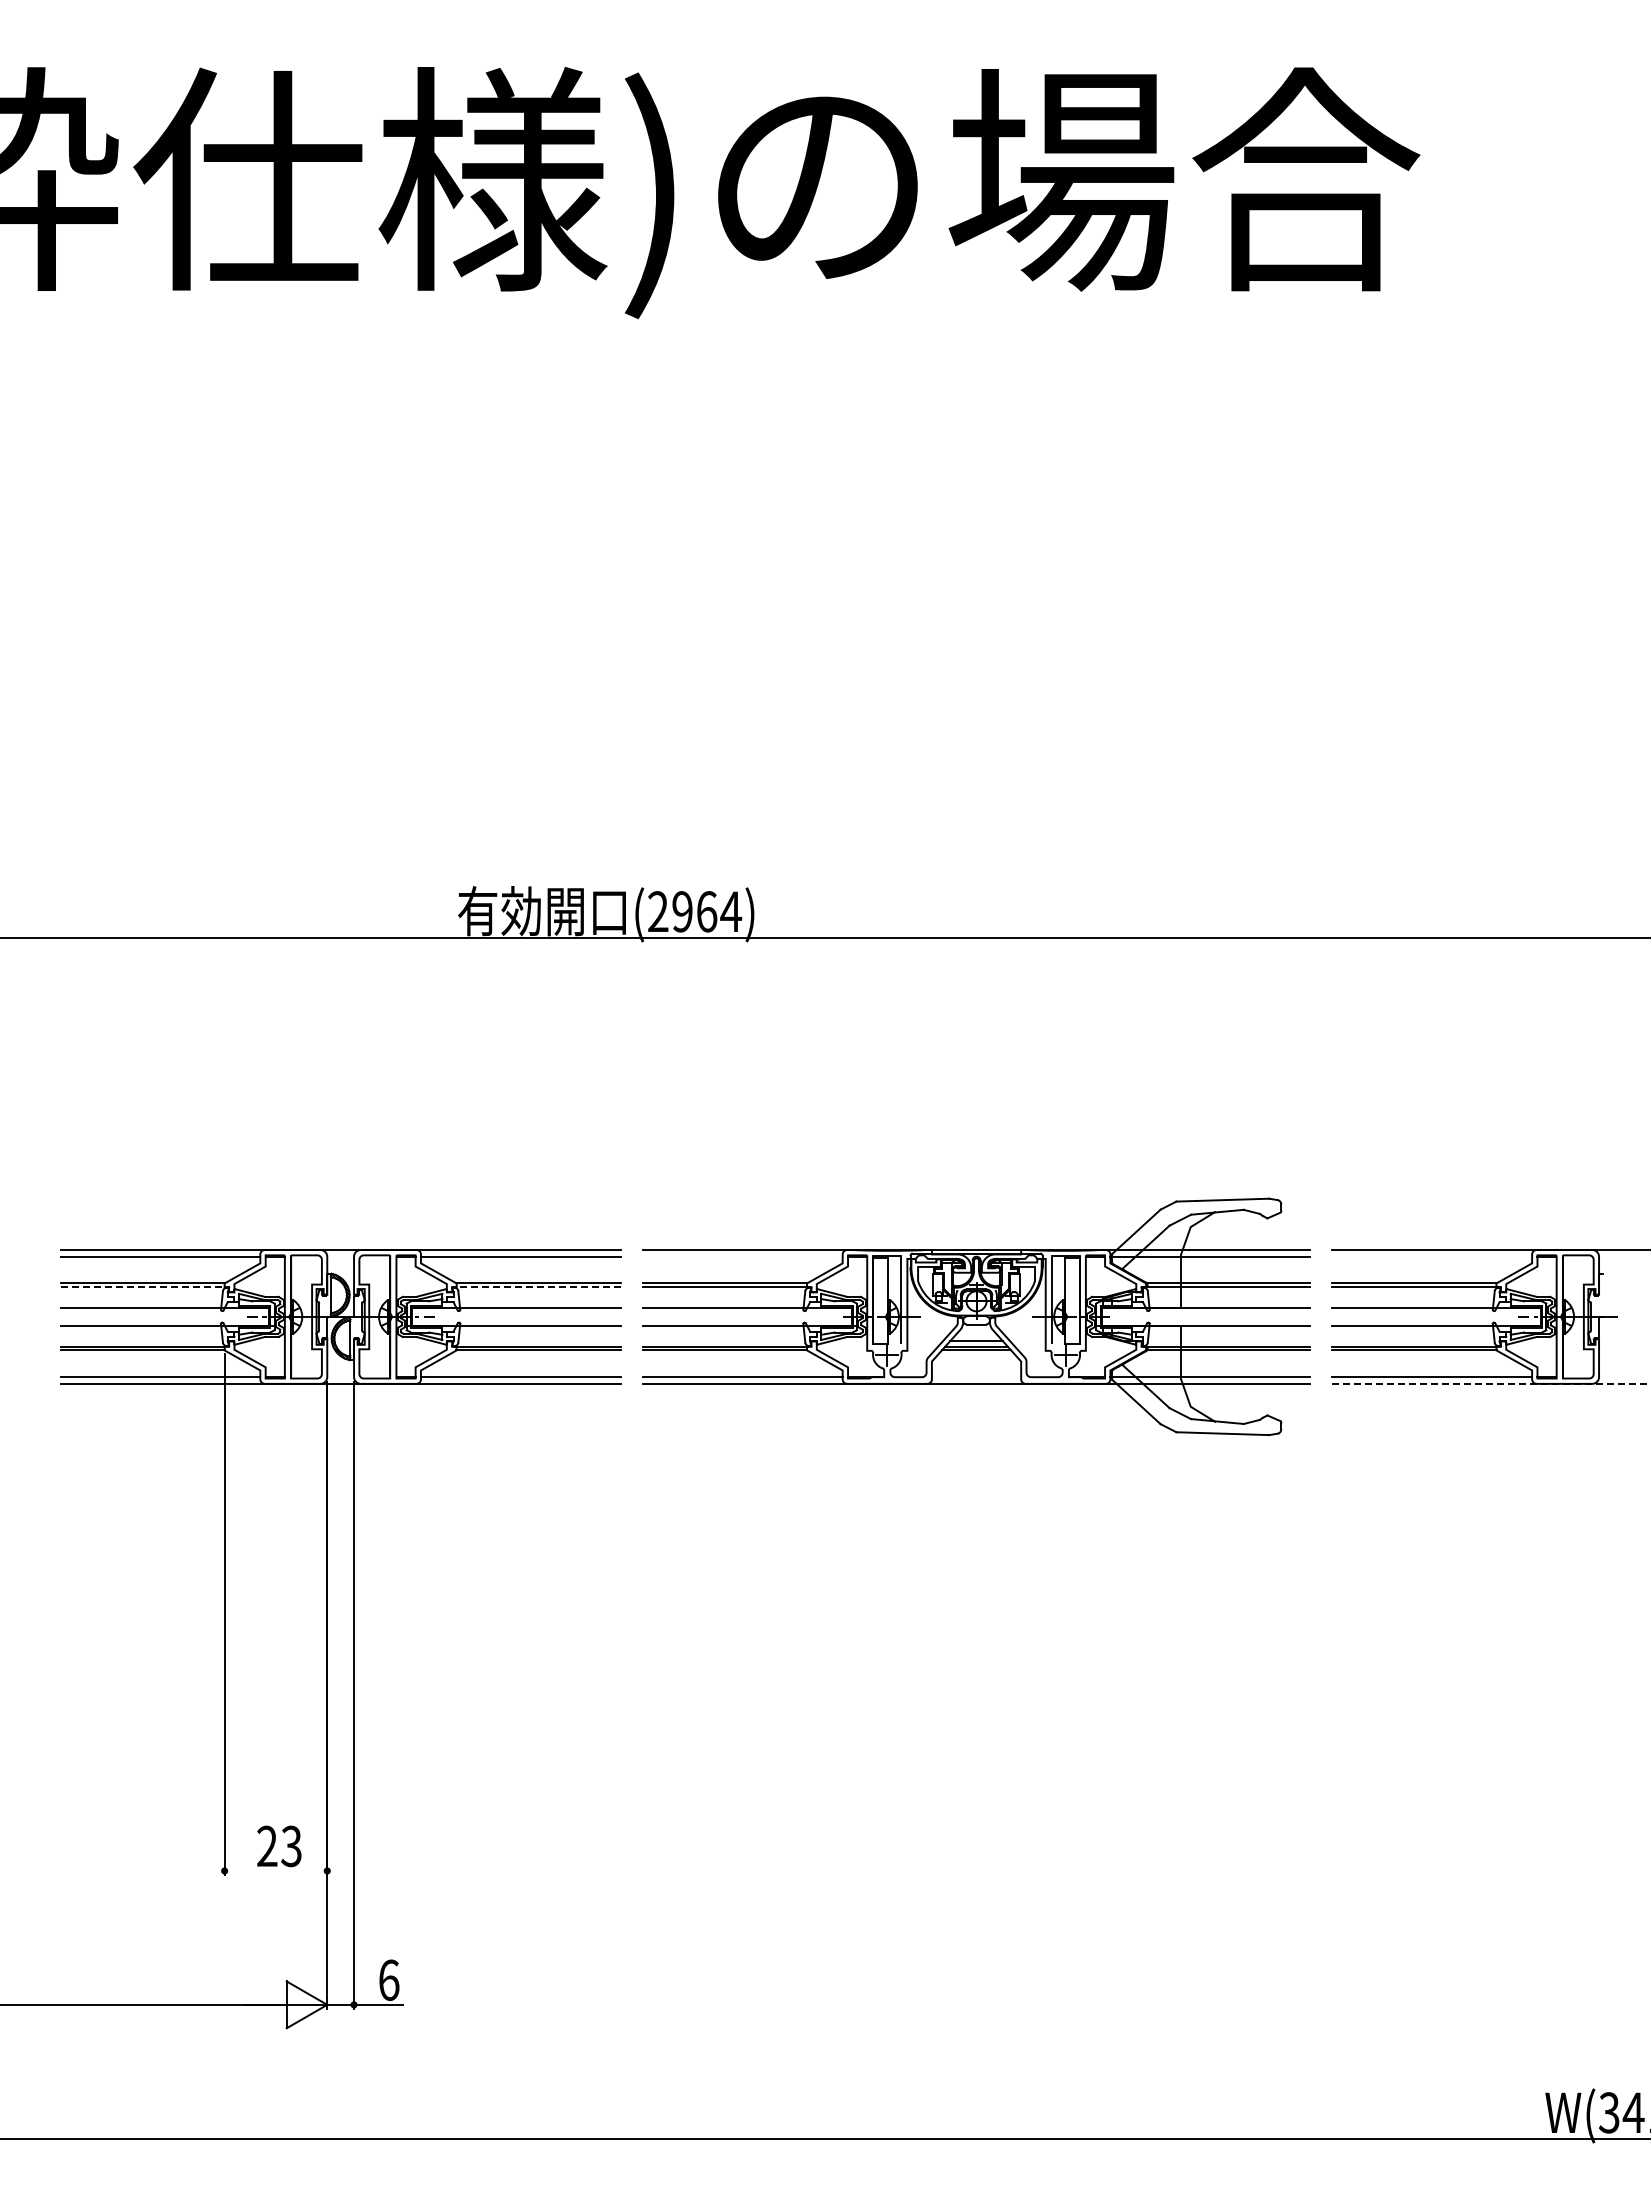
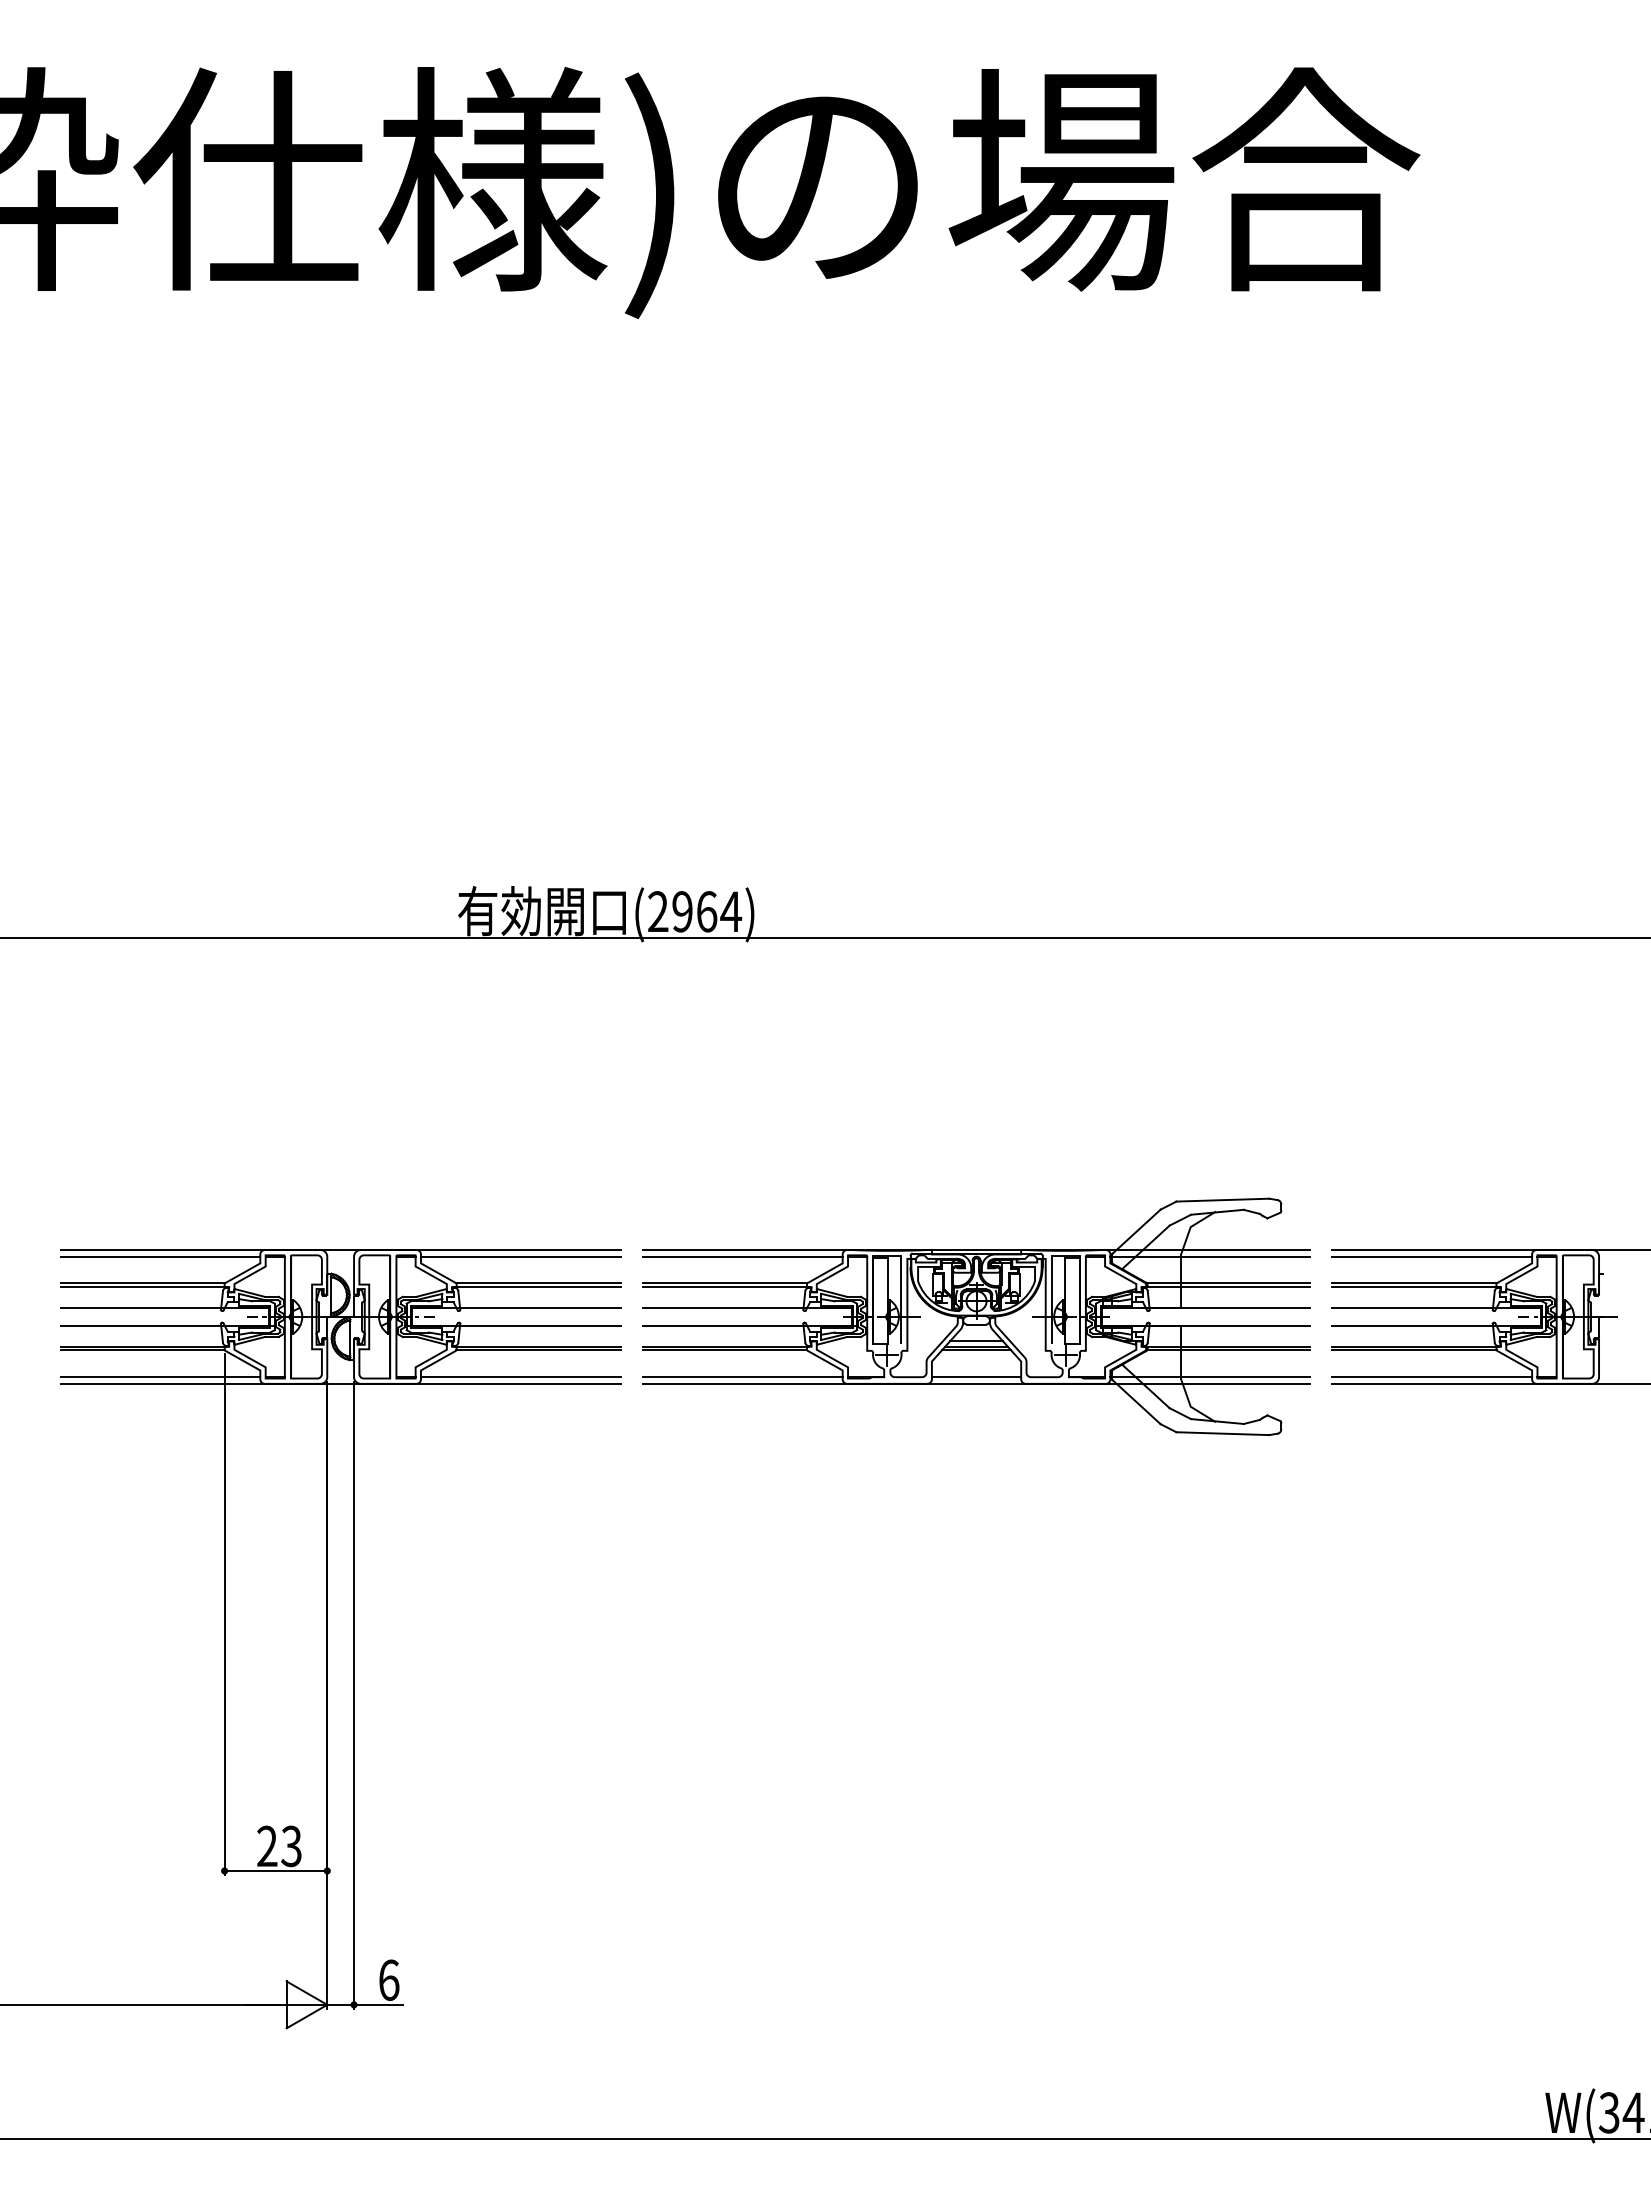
line at (742, 1256): none -> present
line at (1432, 1256): none -> present
line at (143, 1287): dashed -> solid
line at (538, 1287): dashed -> solid
line at (976, 1377): none -> present
line at (1491, 1383): dashed -> solid
line at (275, 1870): none -> present
